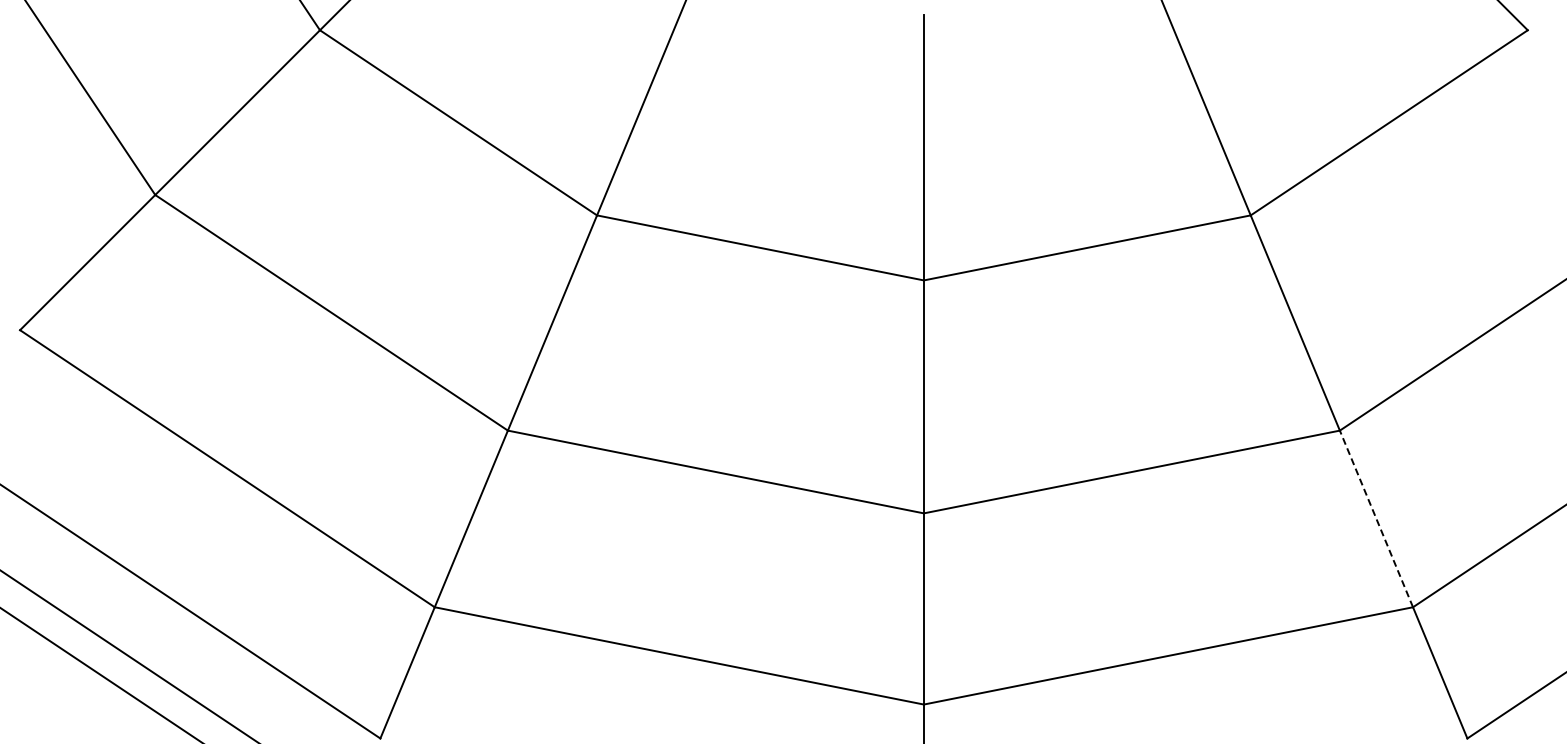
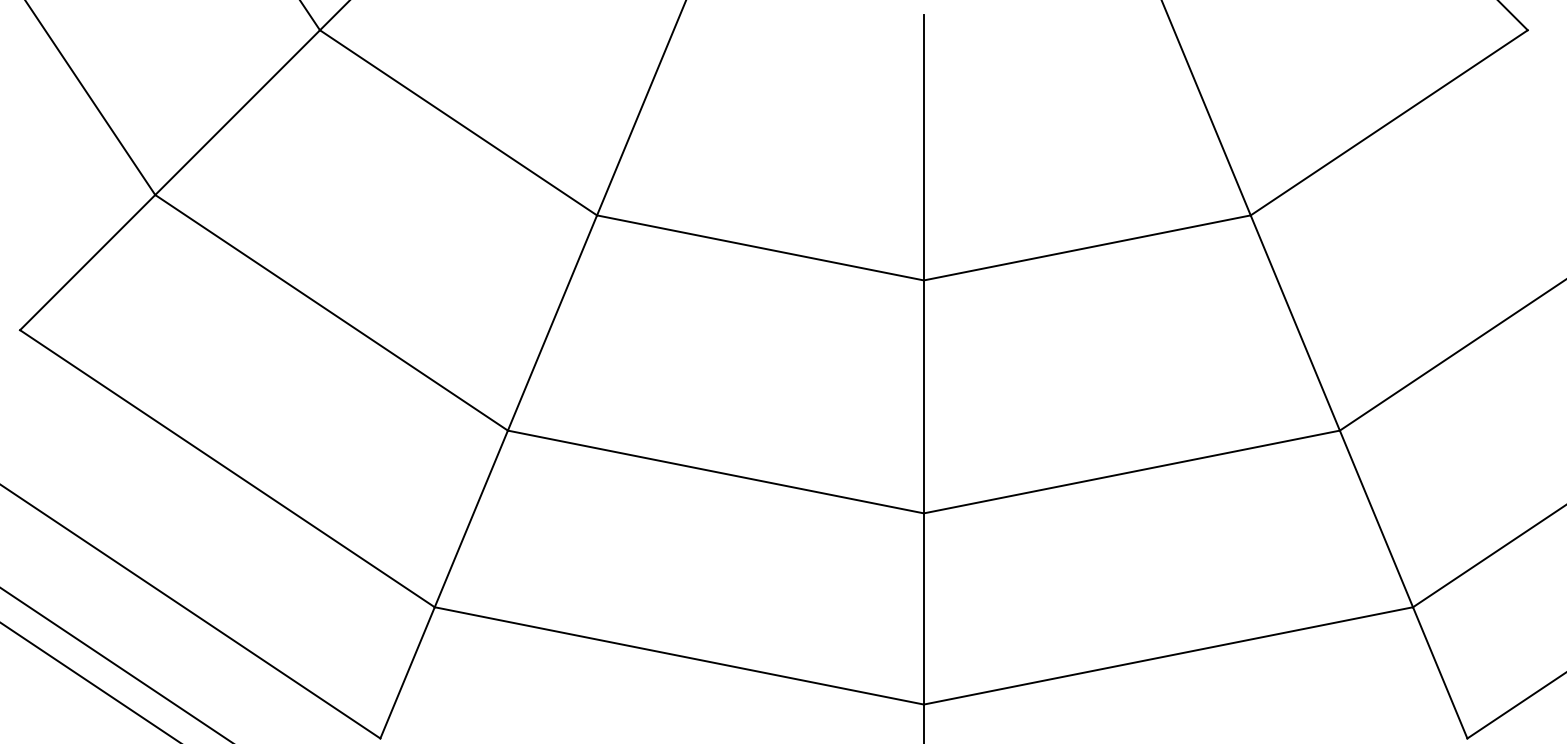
line at (1376, 518): dashed -> solid
line at (128, 655) position: (128, 655) -> (115, 664)
line at (100, 674) position: (100, 674) -> (89, 682)
